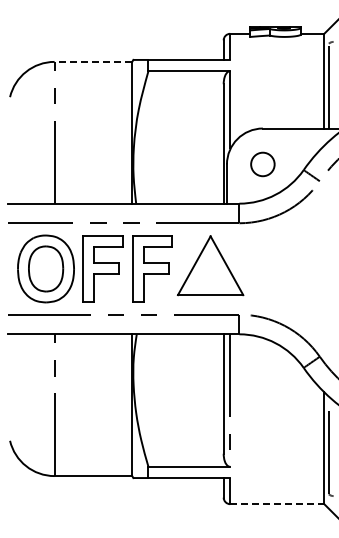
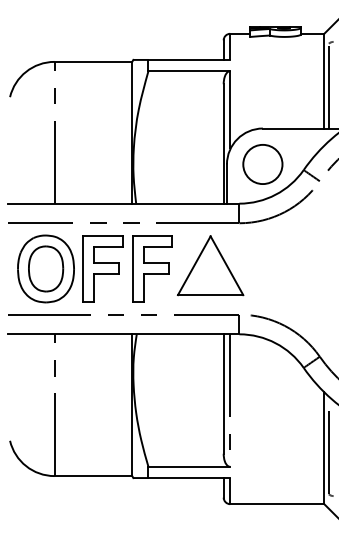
line at (93, 61): dashed -> solid
circle at (262, 164) diameter: 24 px -> 39 px
line at (277, 504): dashed -> solid
